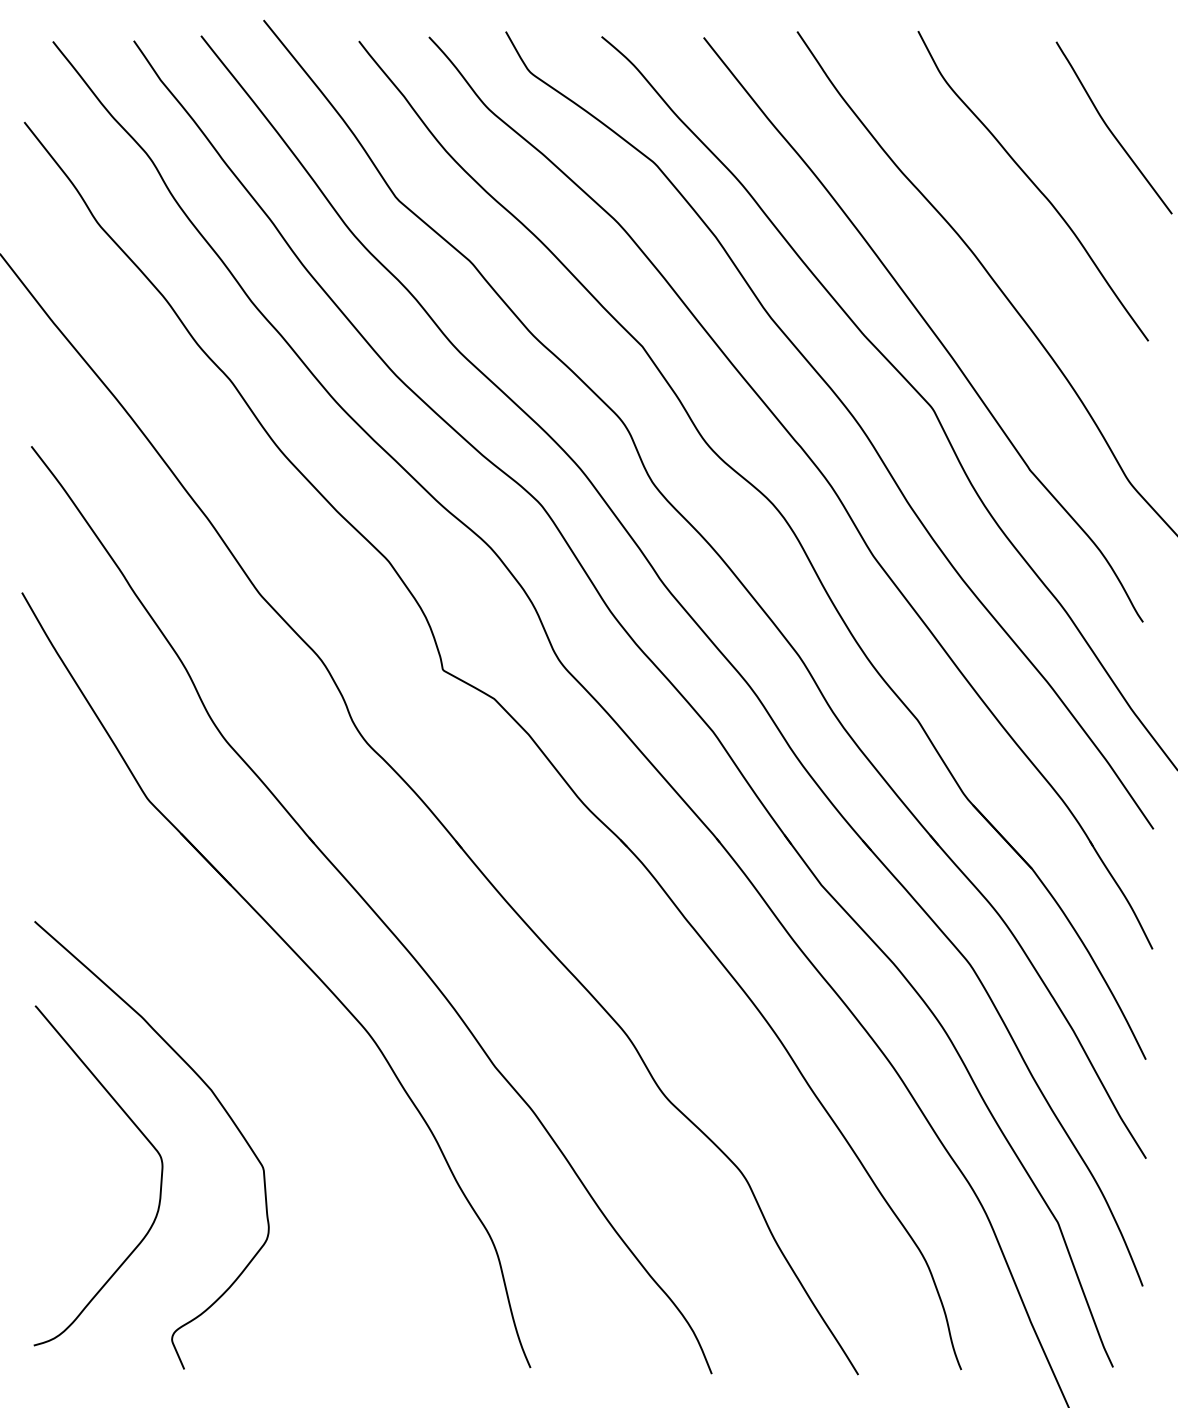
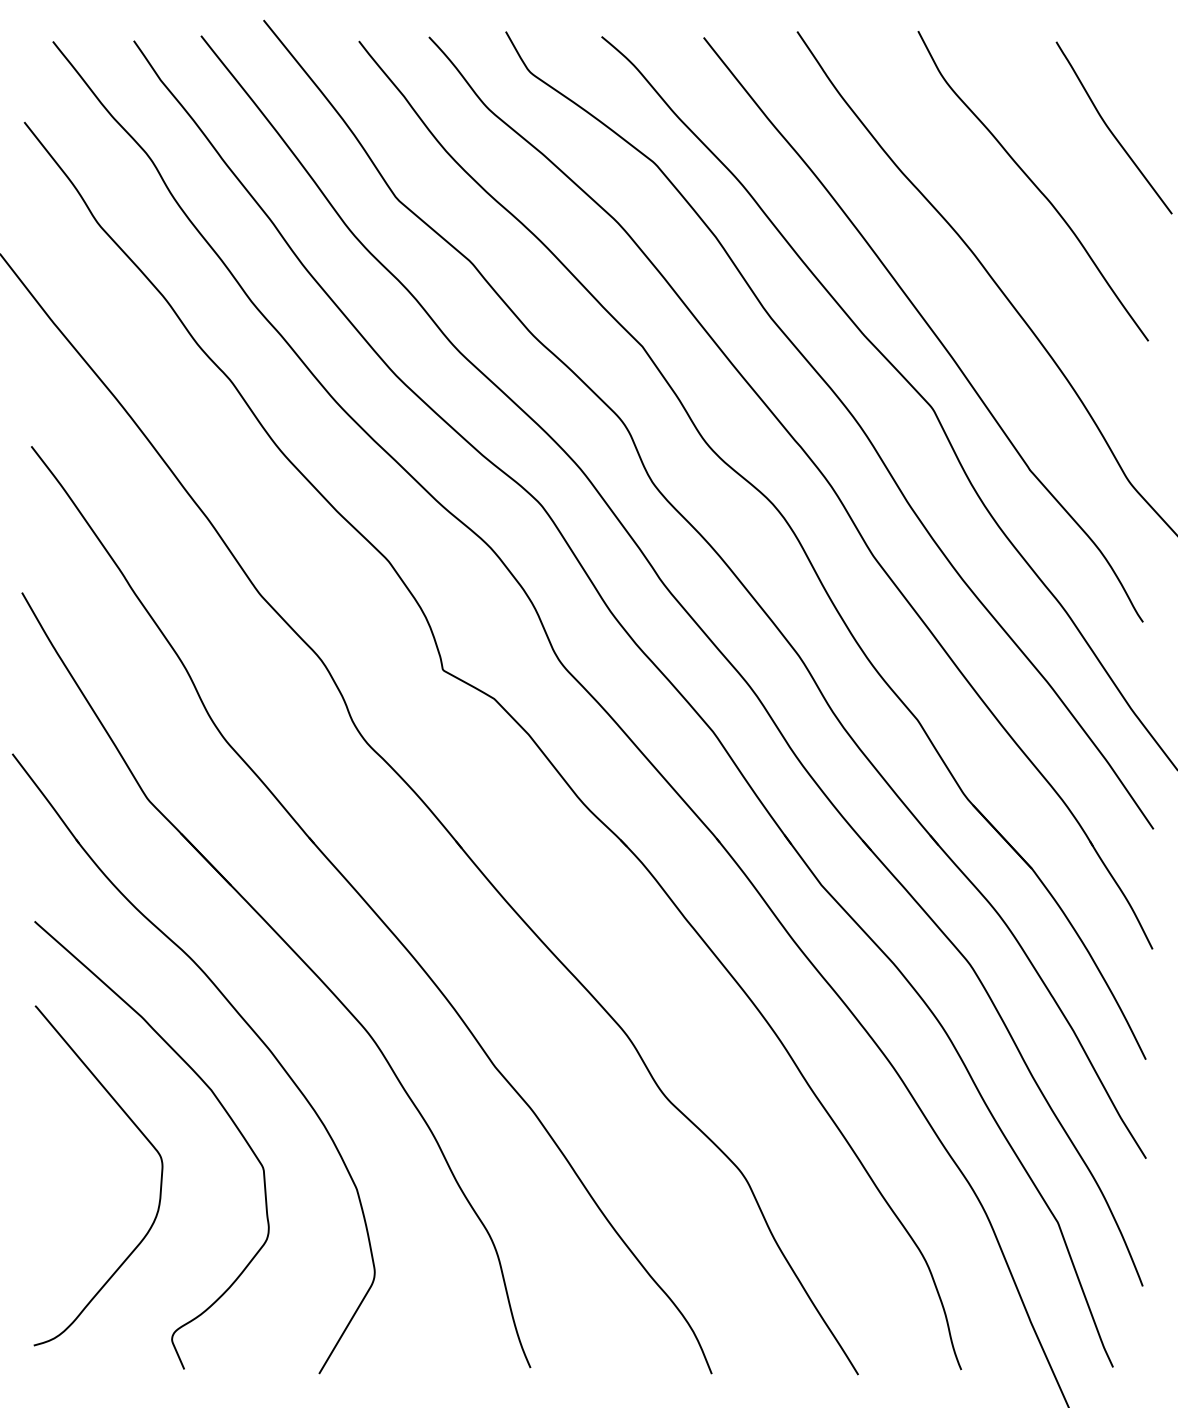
part at (245, 1023): none -> present
